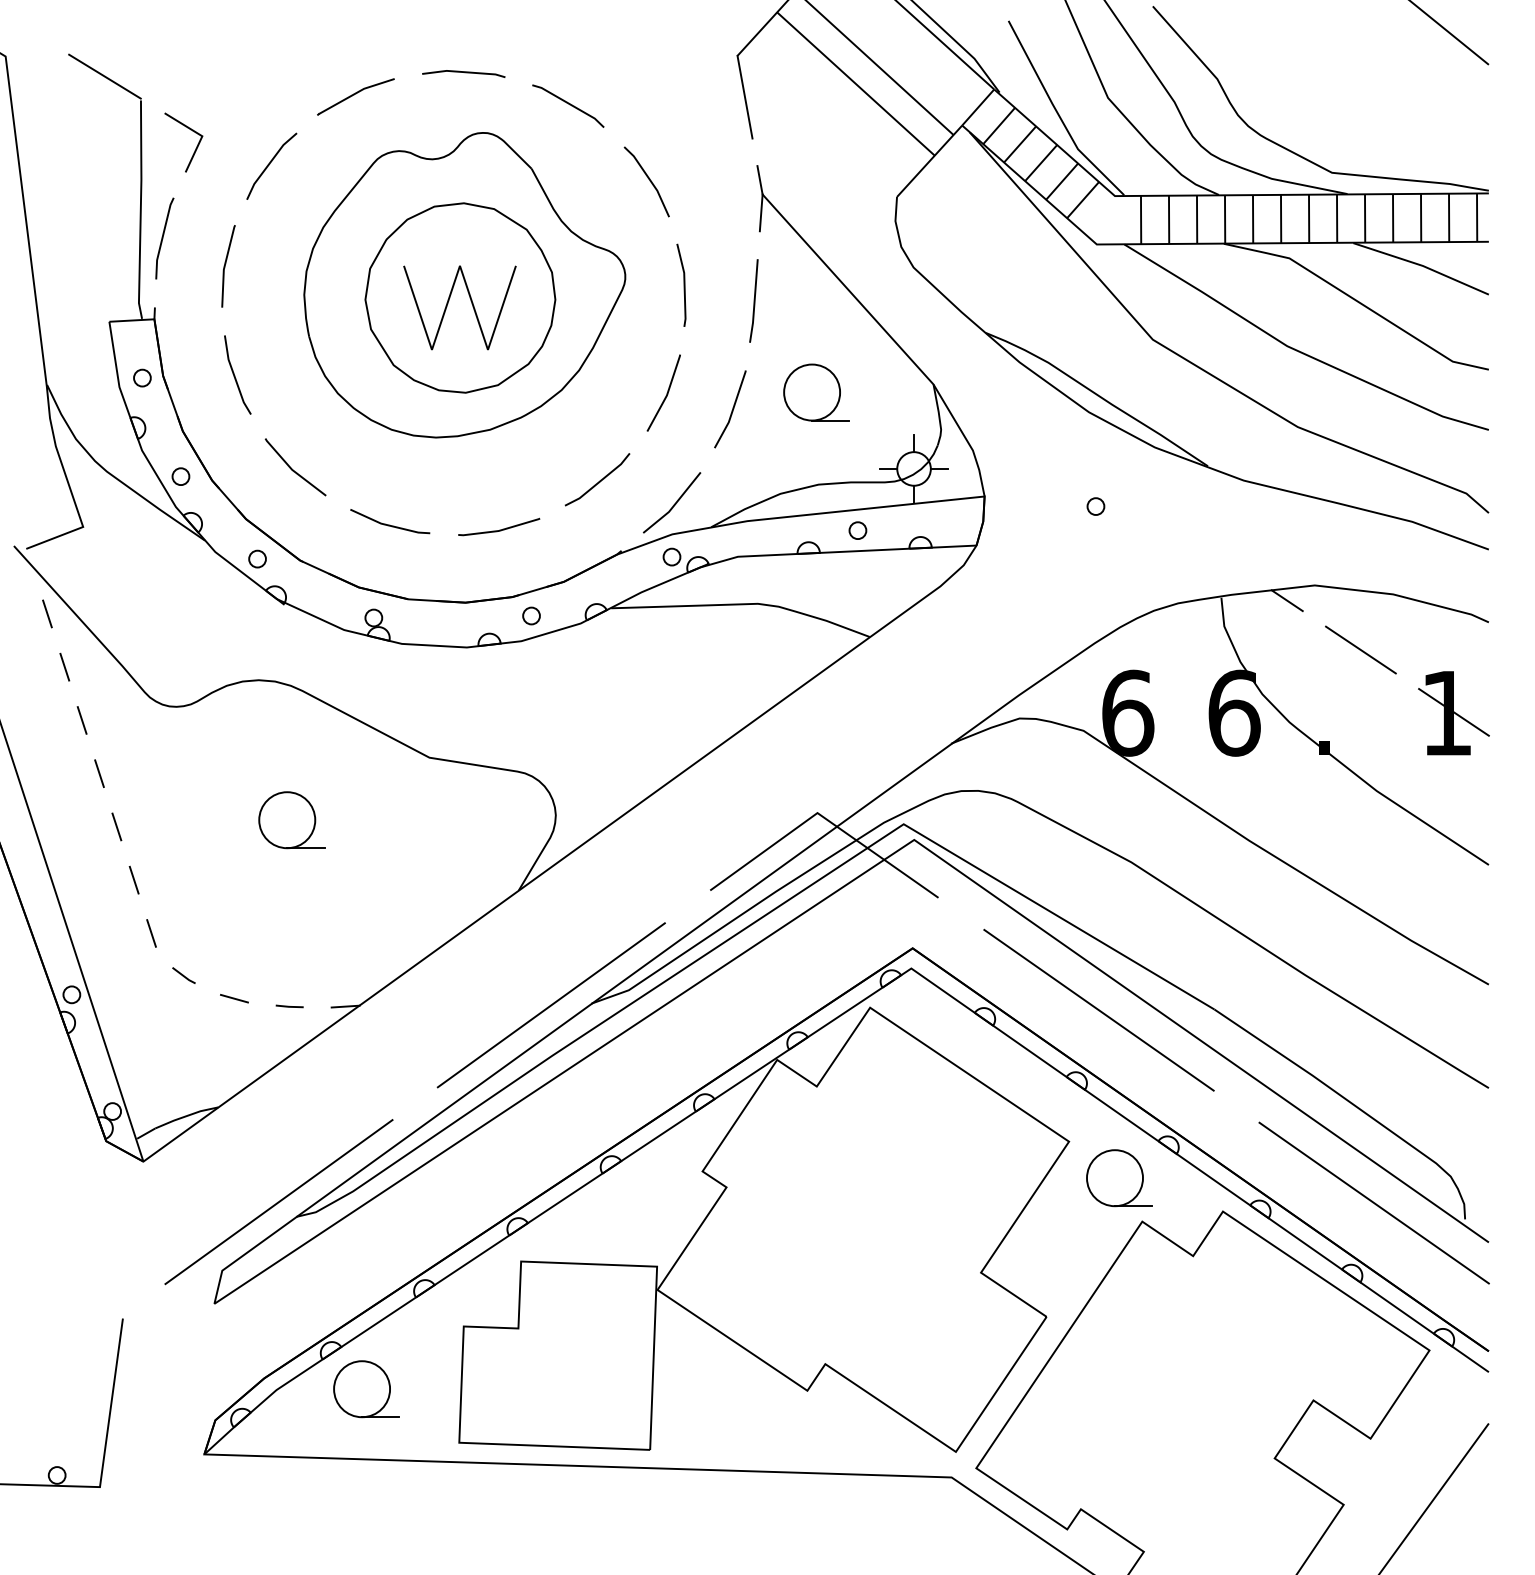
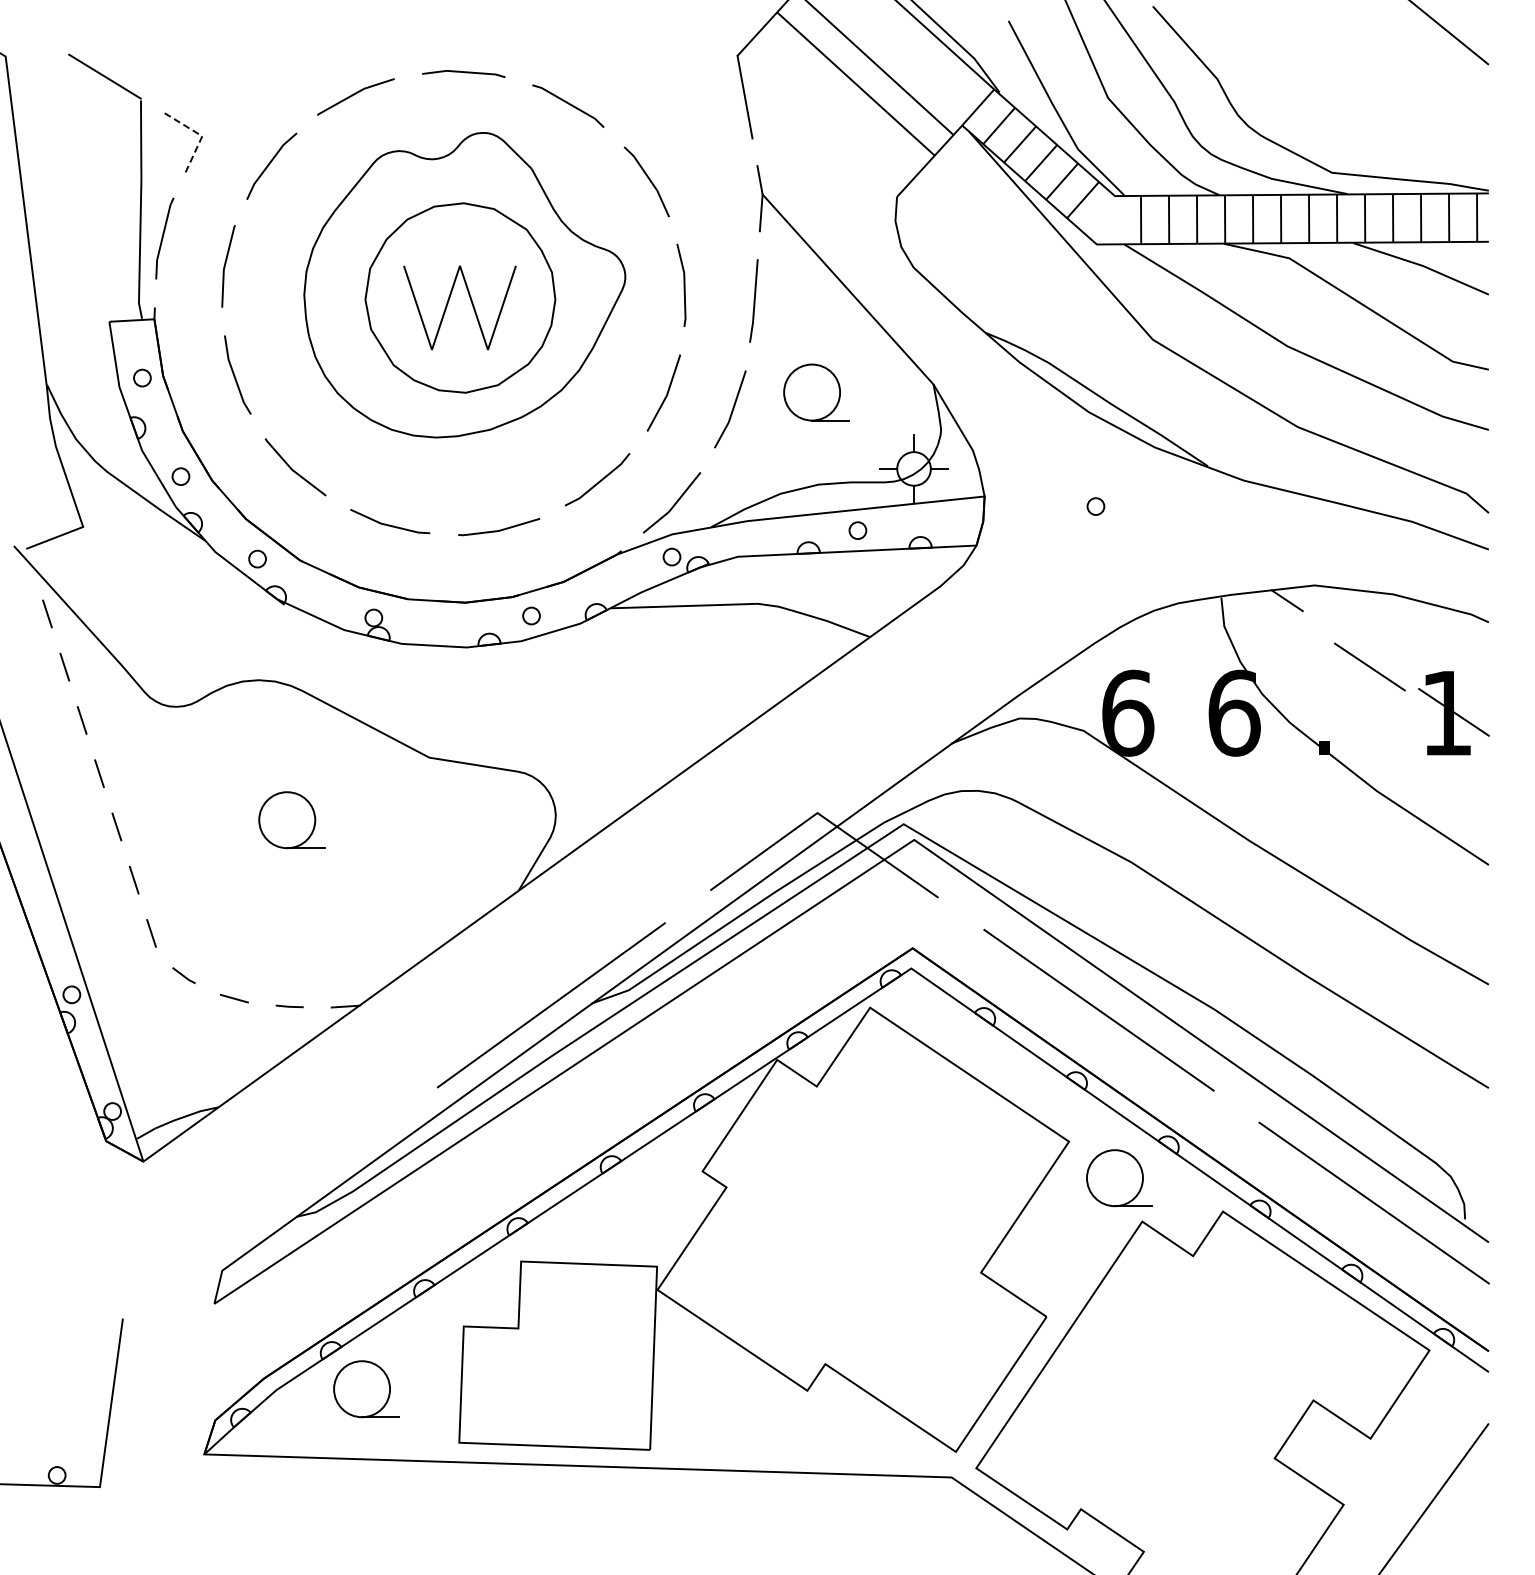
line at (200, 135): solid -> dashed
line at (1360, 649) position: (1360, 649) -> (1369, 666)
line at (278, 1202): present -> none
